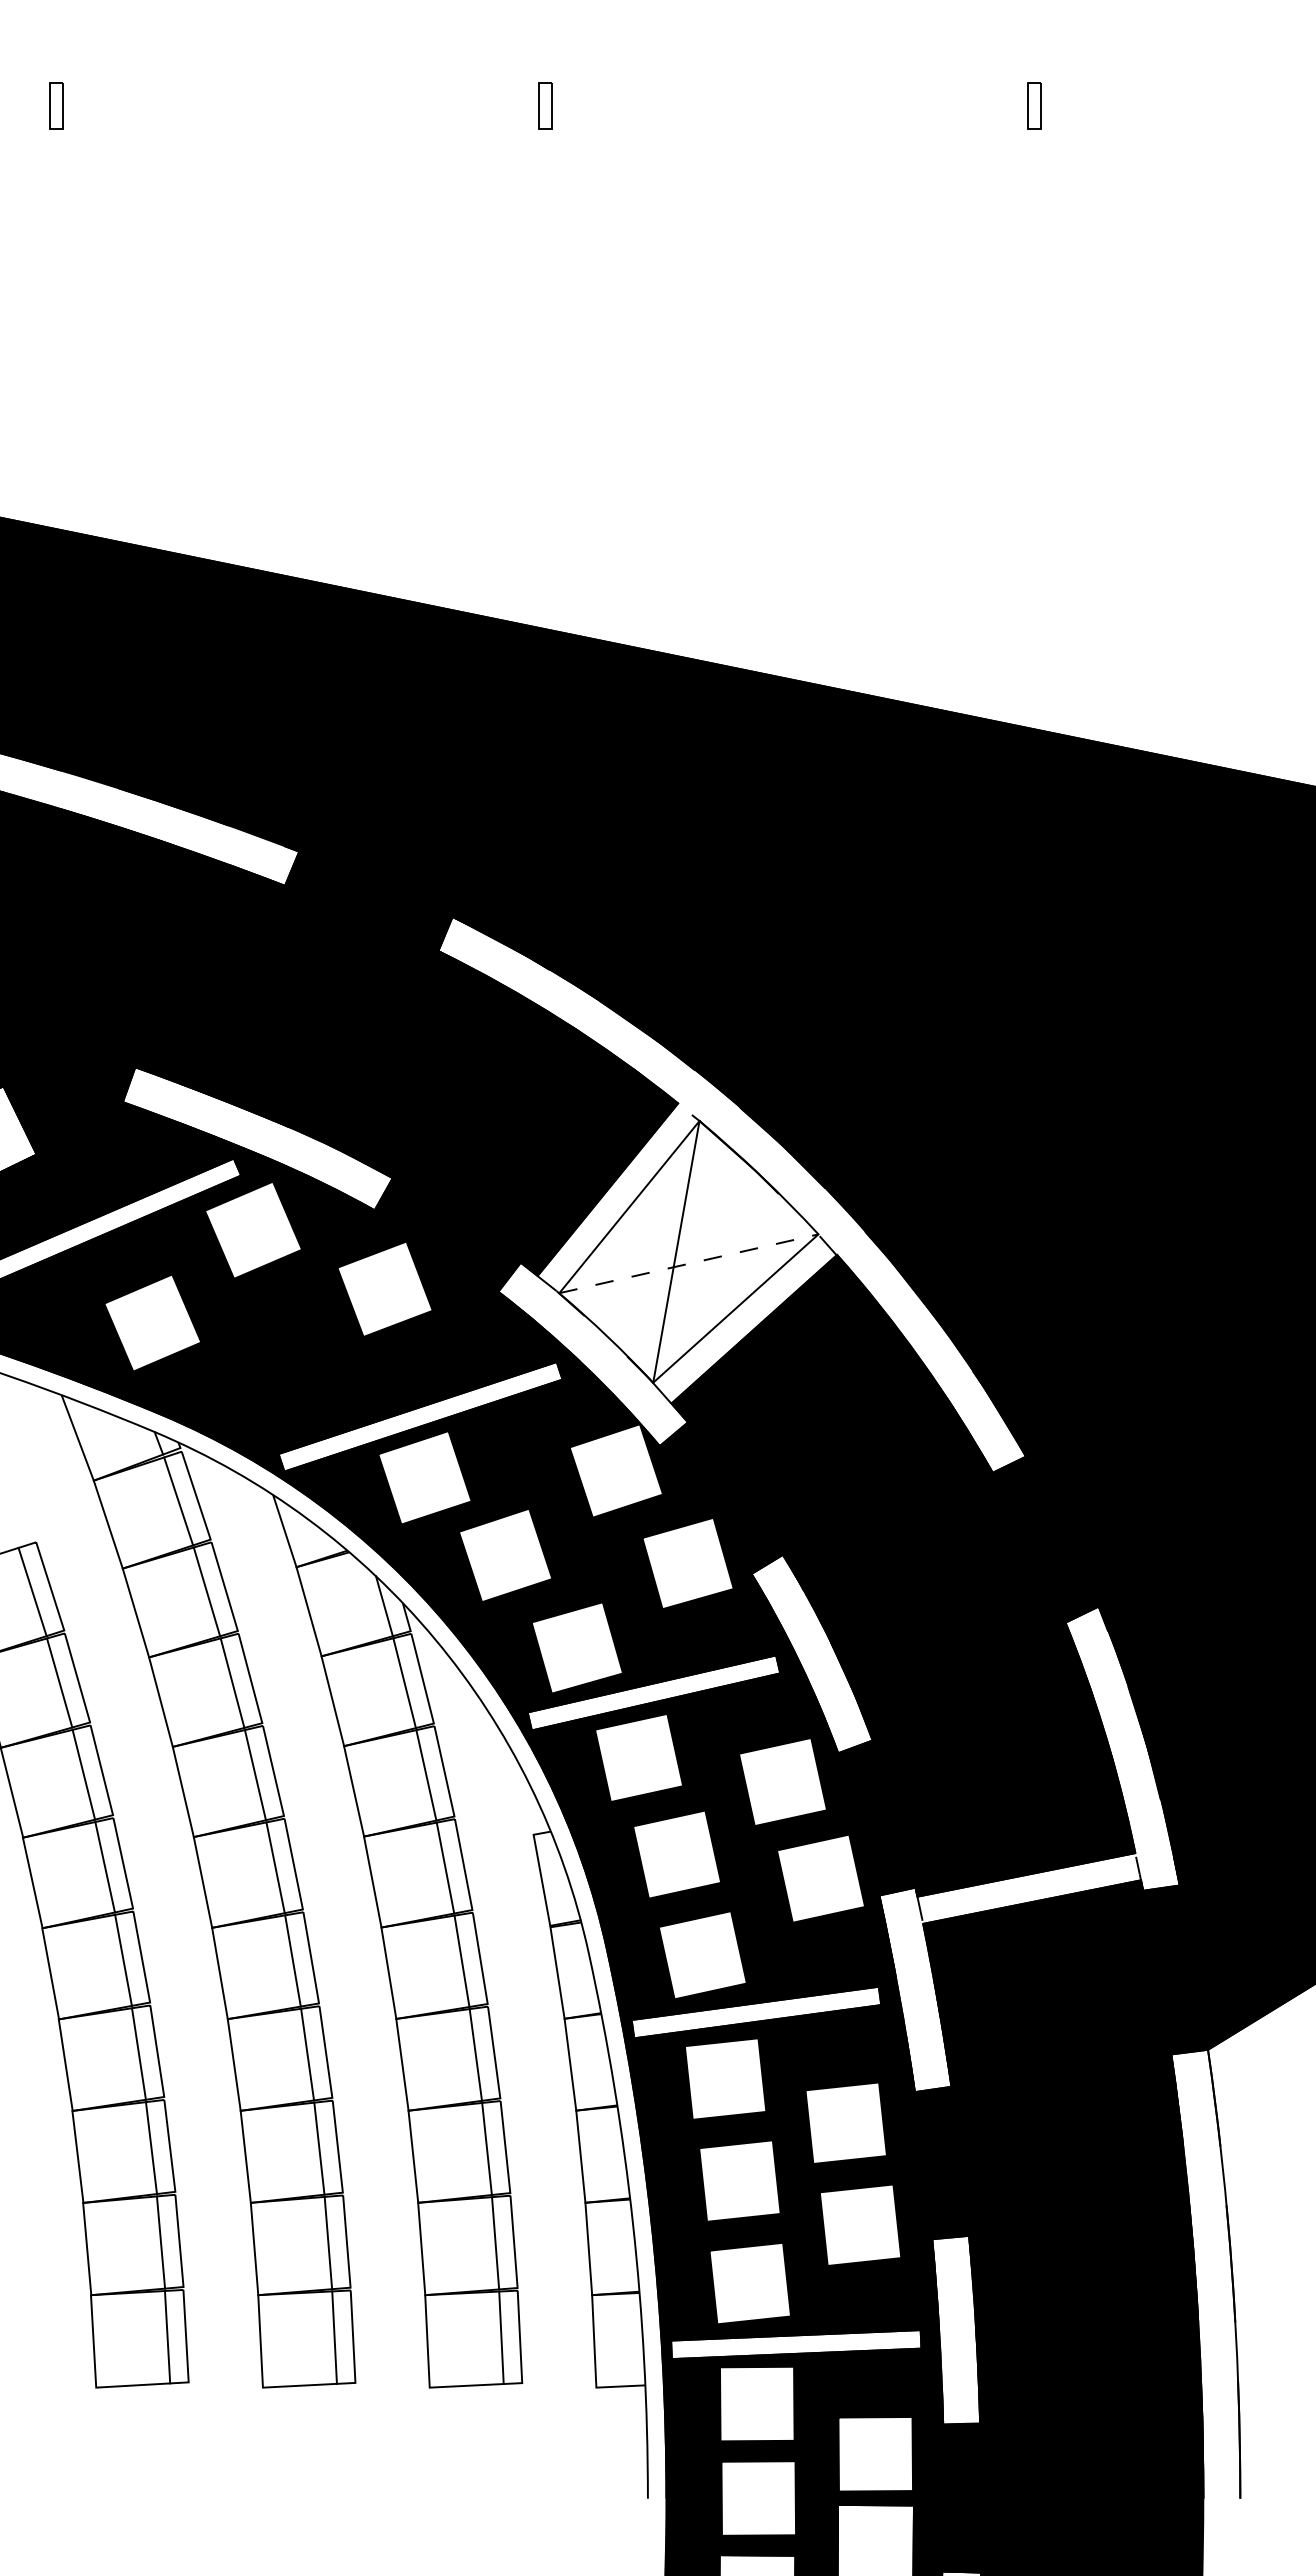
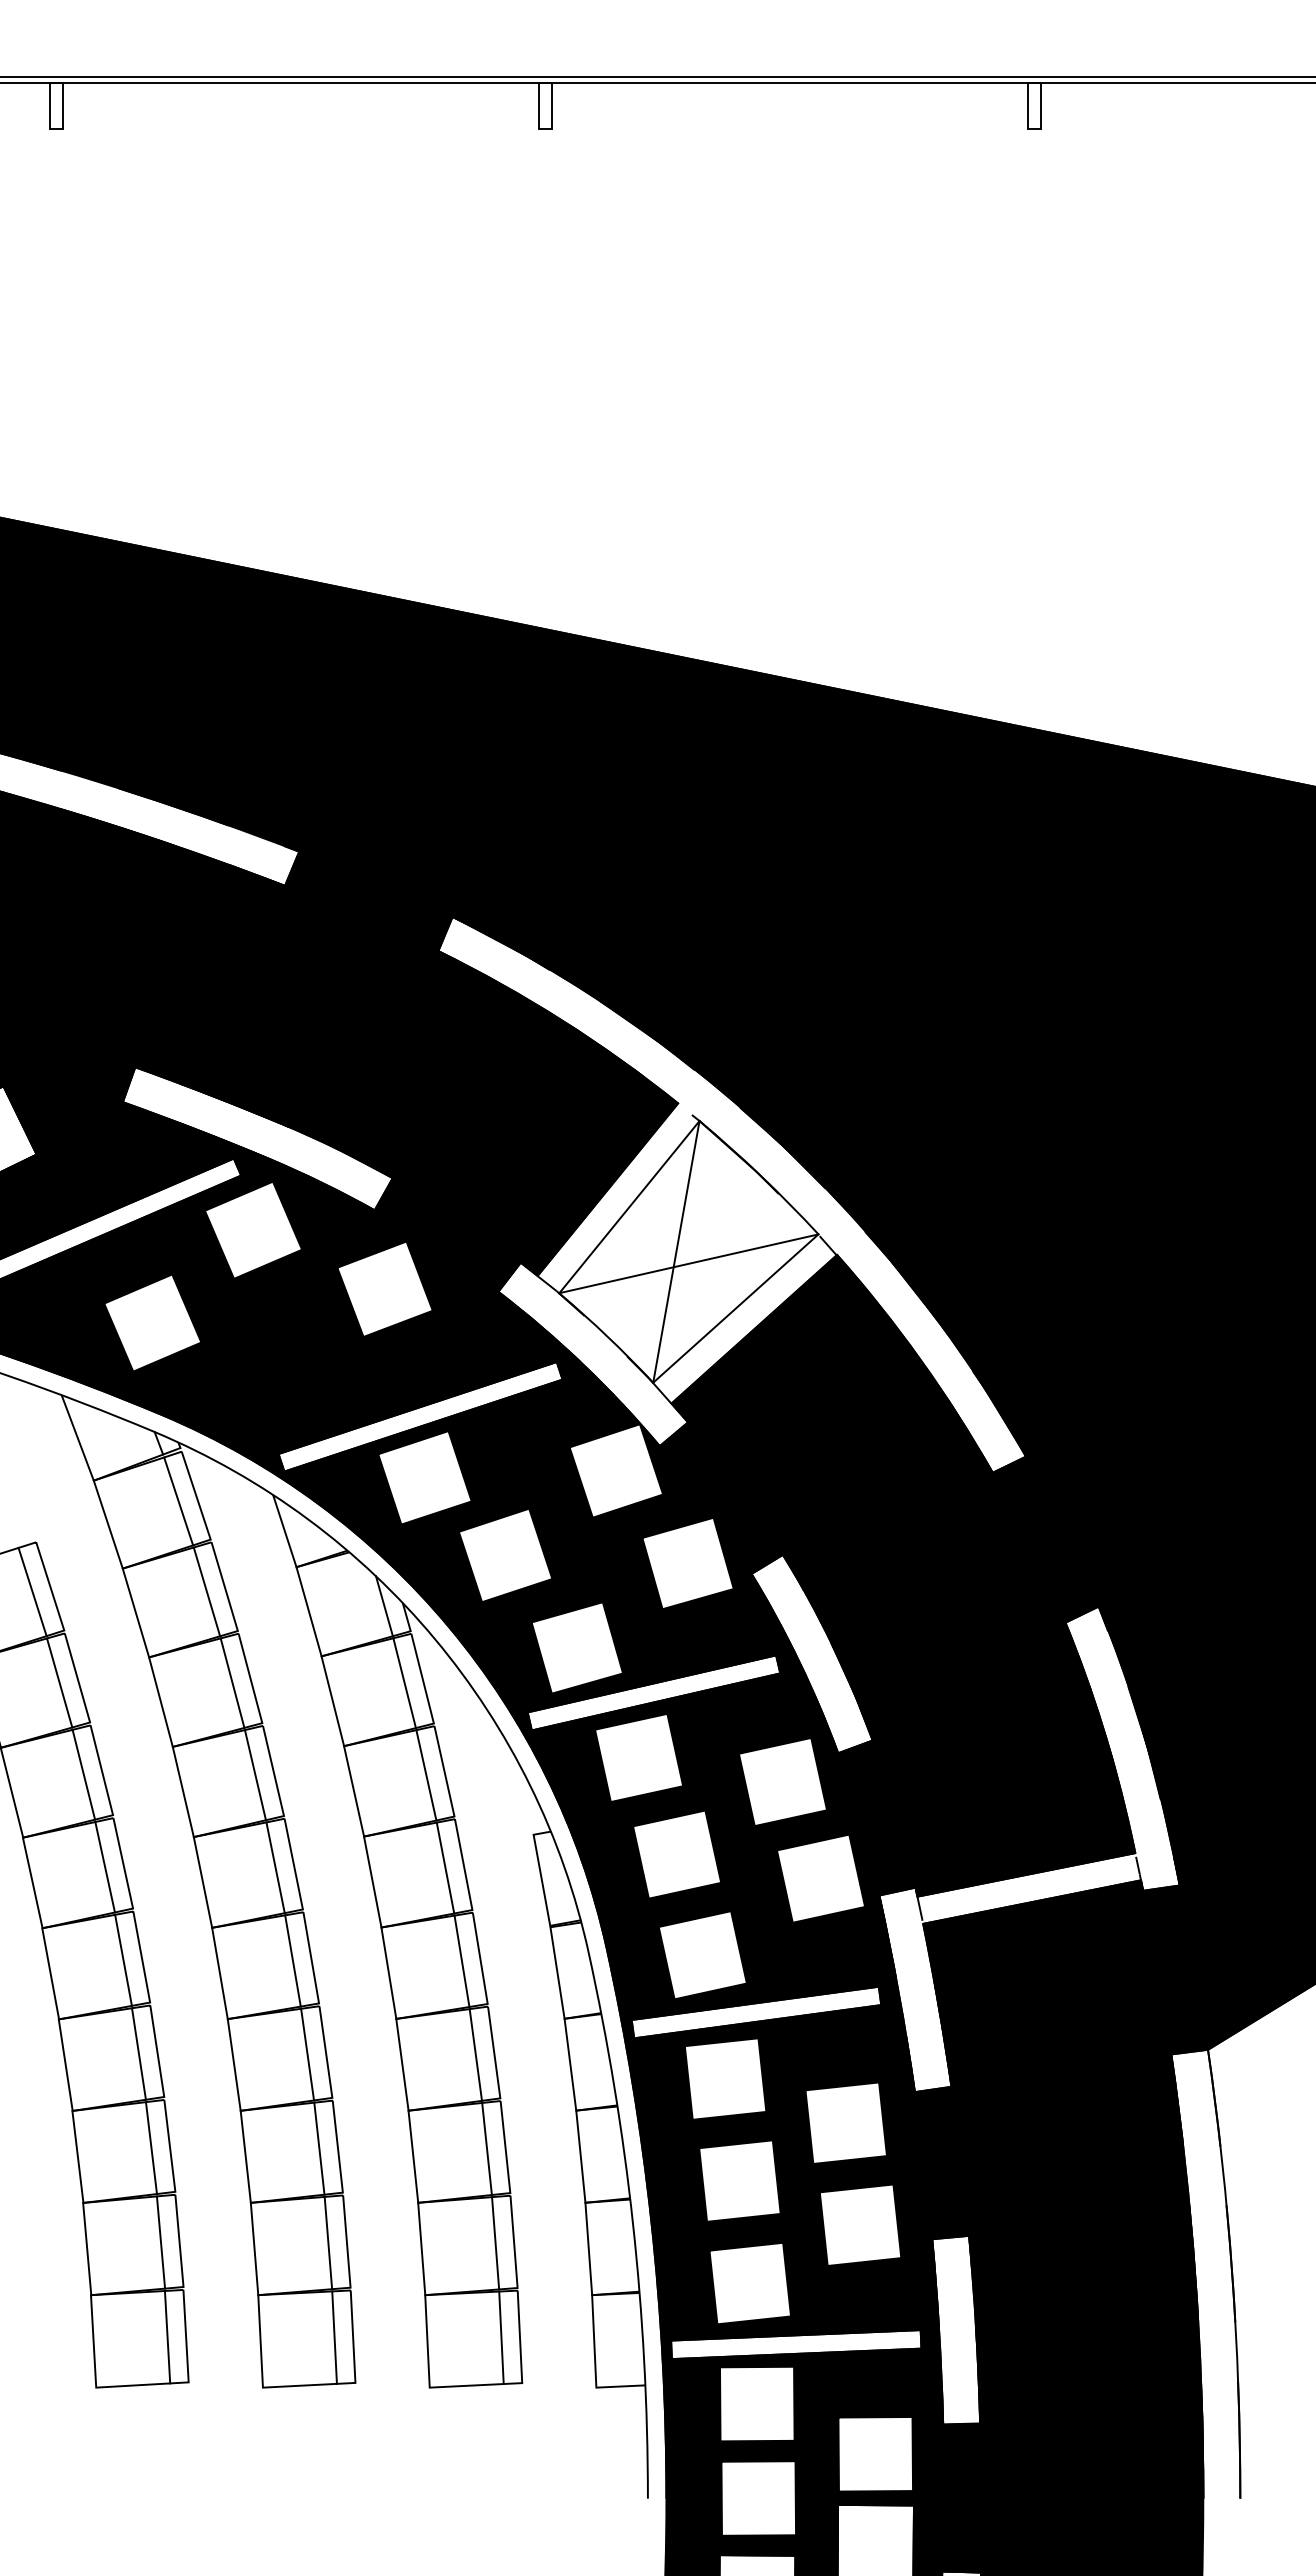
line at (657, 77): none -> present
line at (657, 82): none -> present
line at (688, 1263): dashed -> solid
